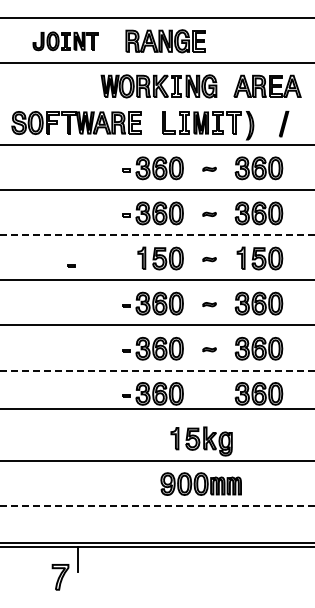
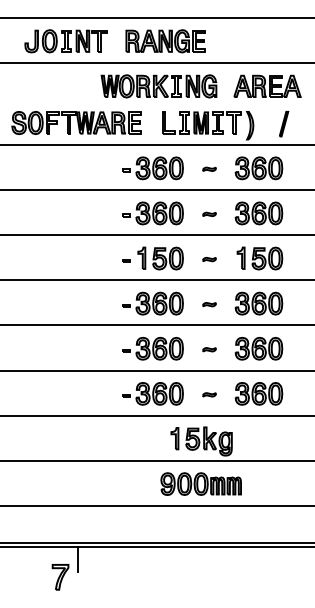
part at (65, 41) size: 67x21 px -> 84x25 px
line at (158, 235): dashed -> solid
part at (71, 265) position: (71, 265) -> (126, 260)
line at (158, 370): dashed -> solid
part at (209, 394): none -> present
line at (156, 408) position: (156, 408) -> (156, 415)
line at (158, 505): dashed -> solid
